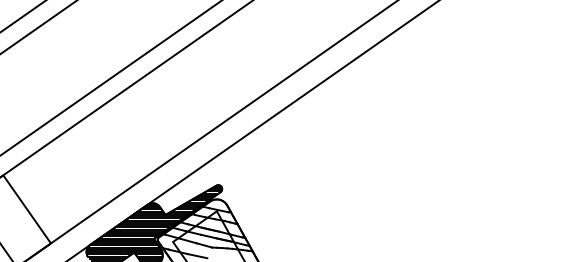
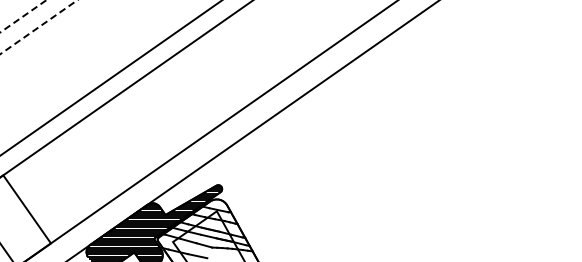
line at (14, 44): solid -> dashed
